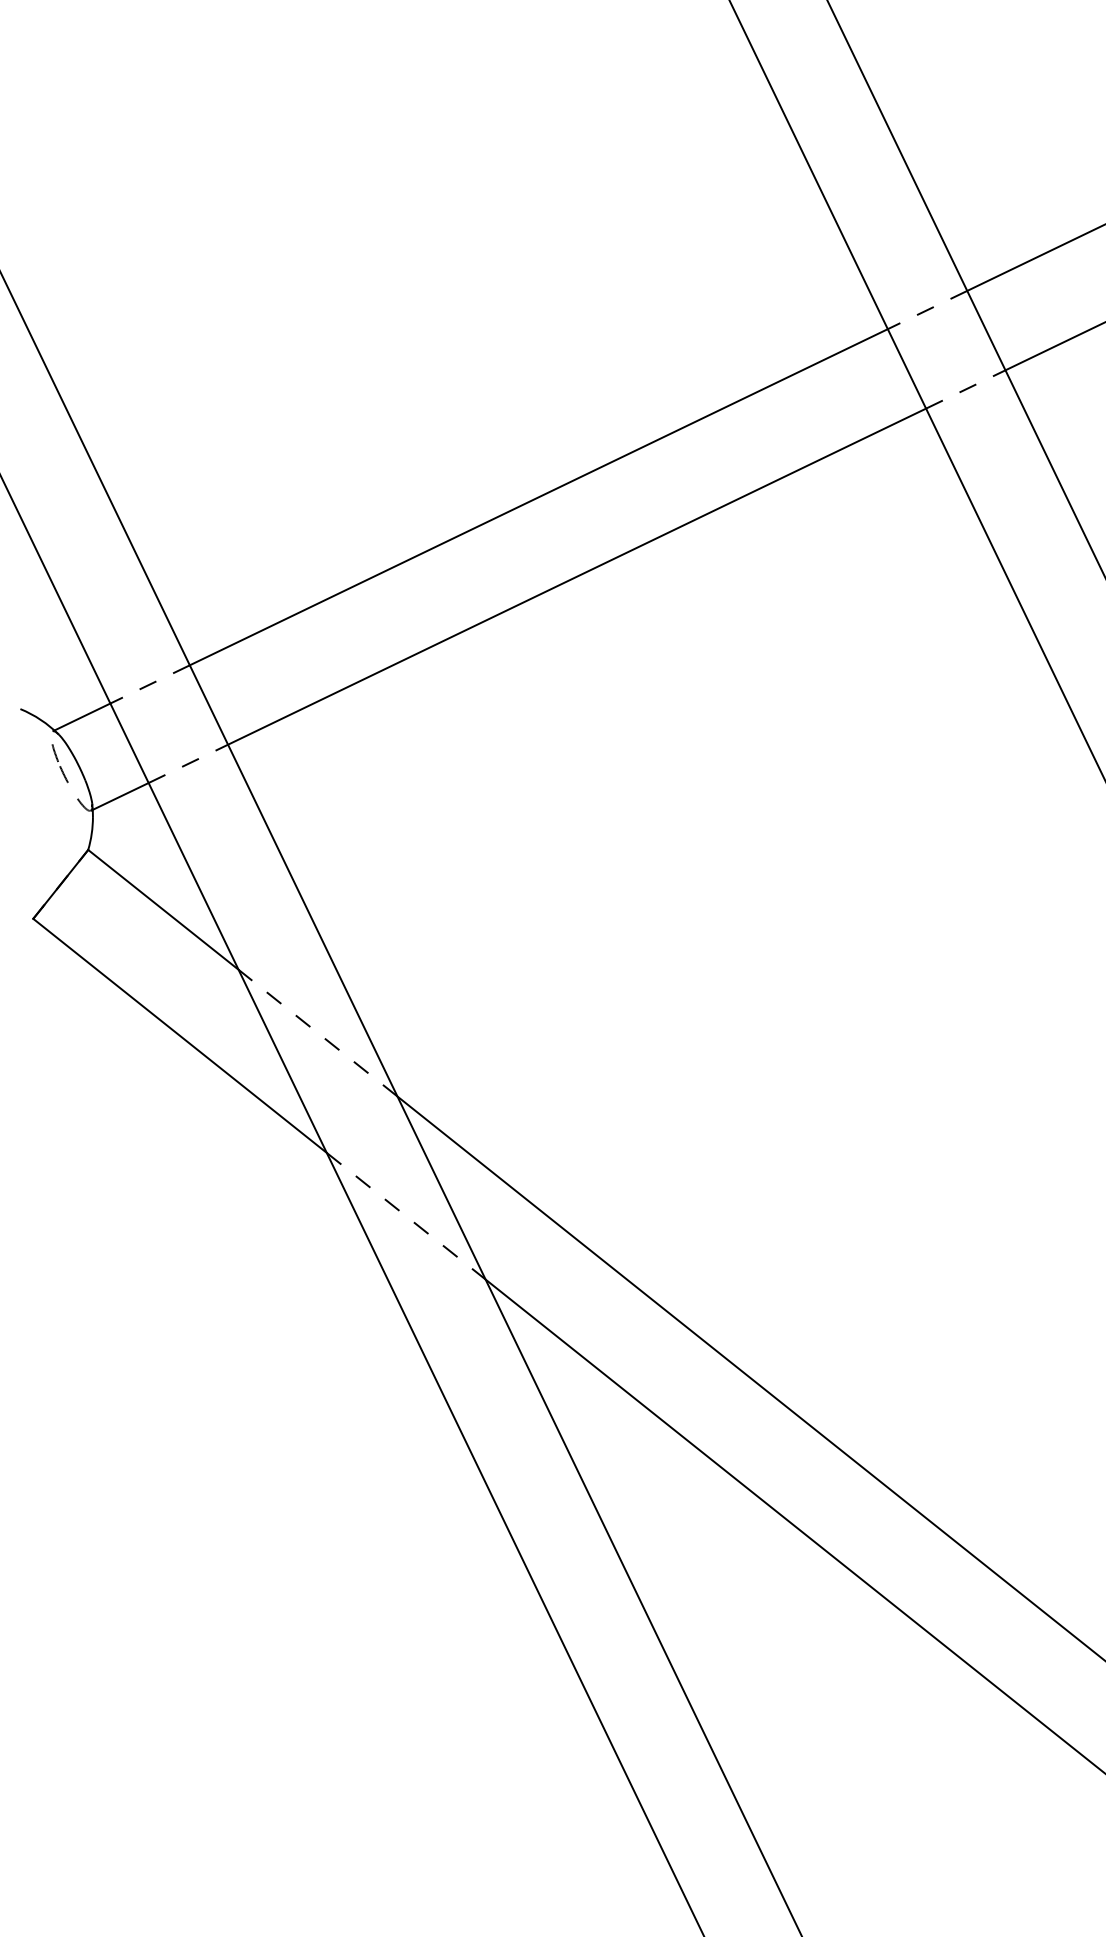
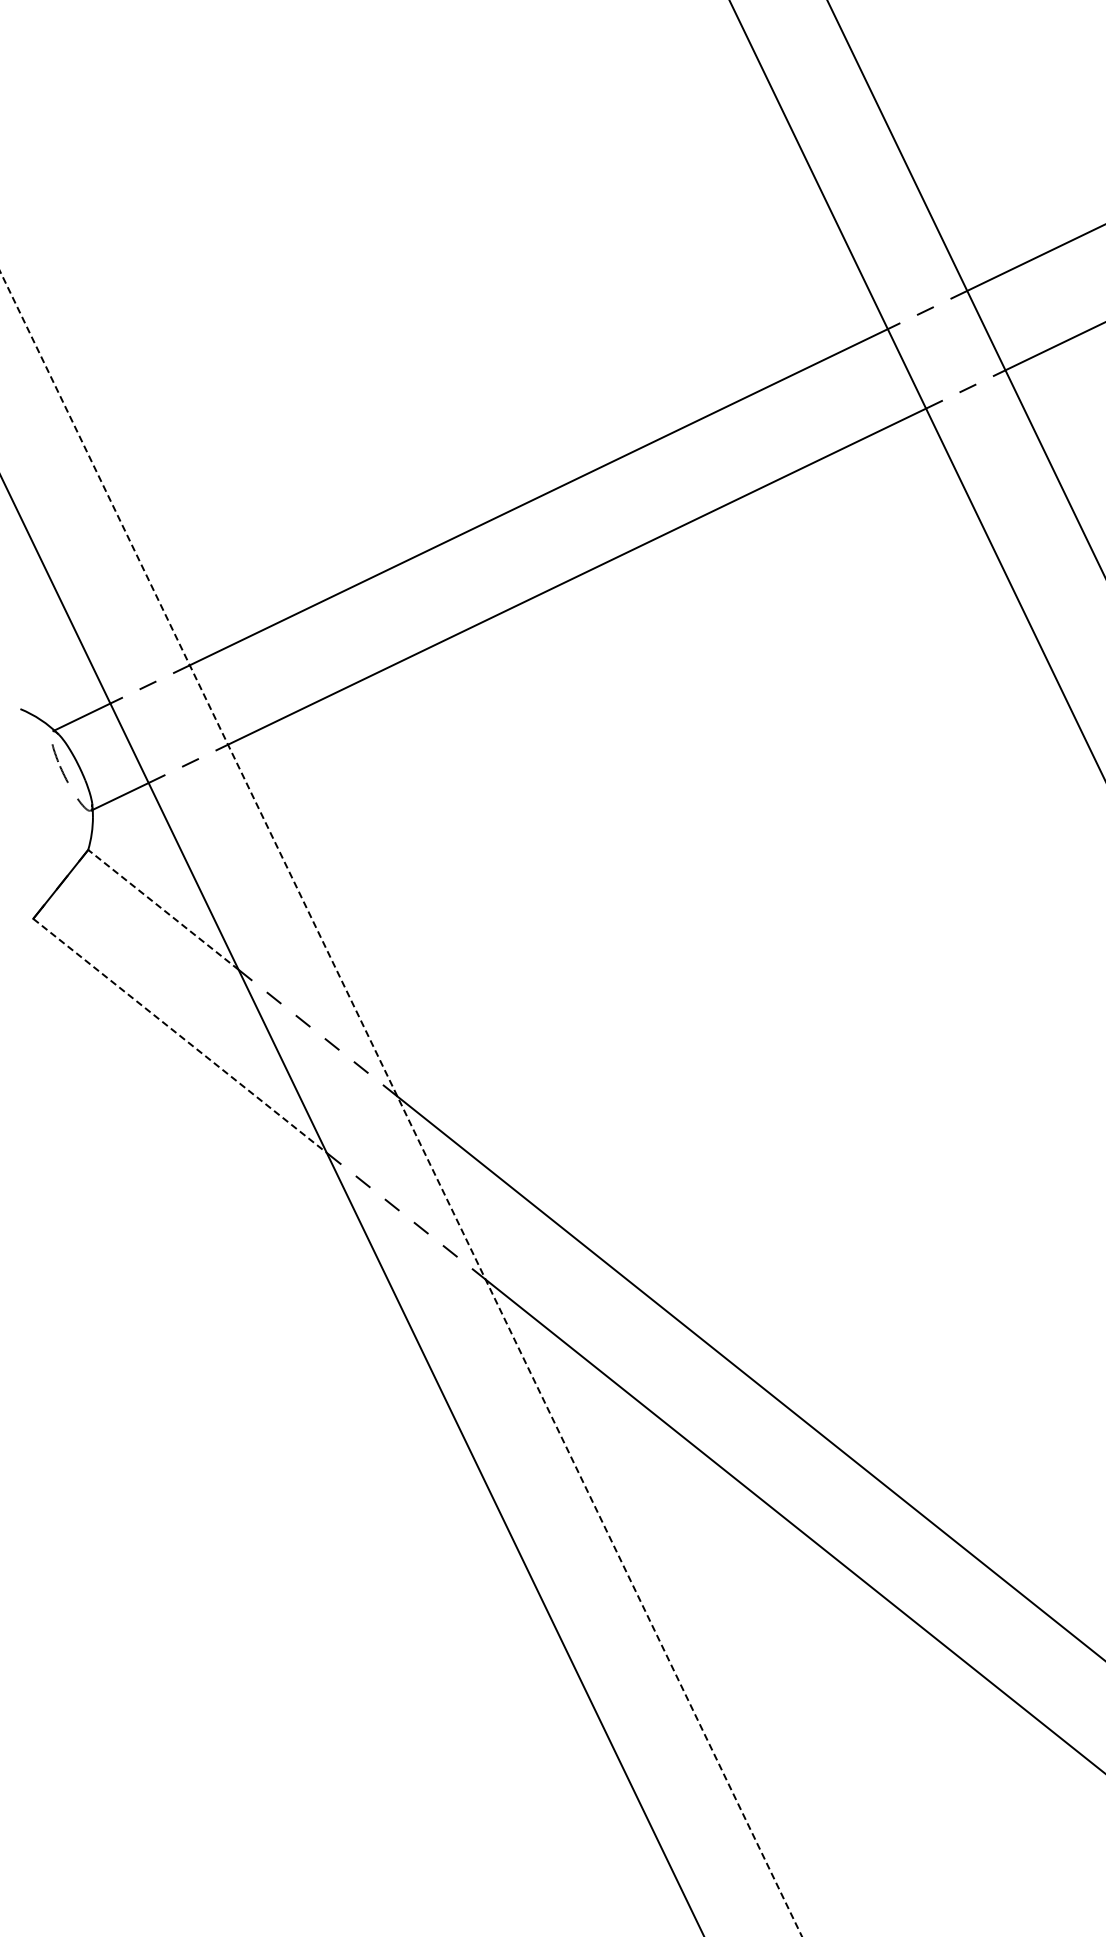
line at (163, 909): solid -> dashed
line at (180, 1035): solid -> dashed
line at (400, 1103): solid -> dashed
